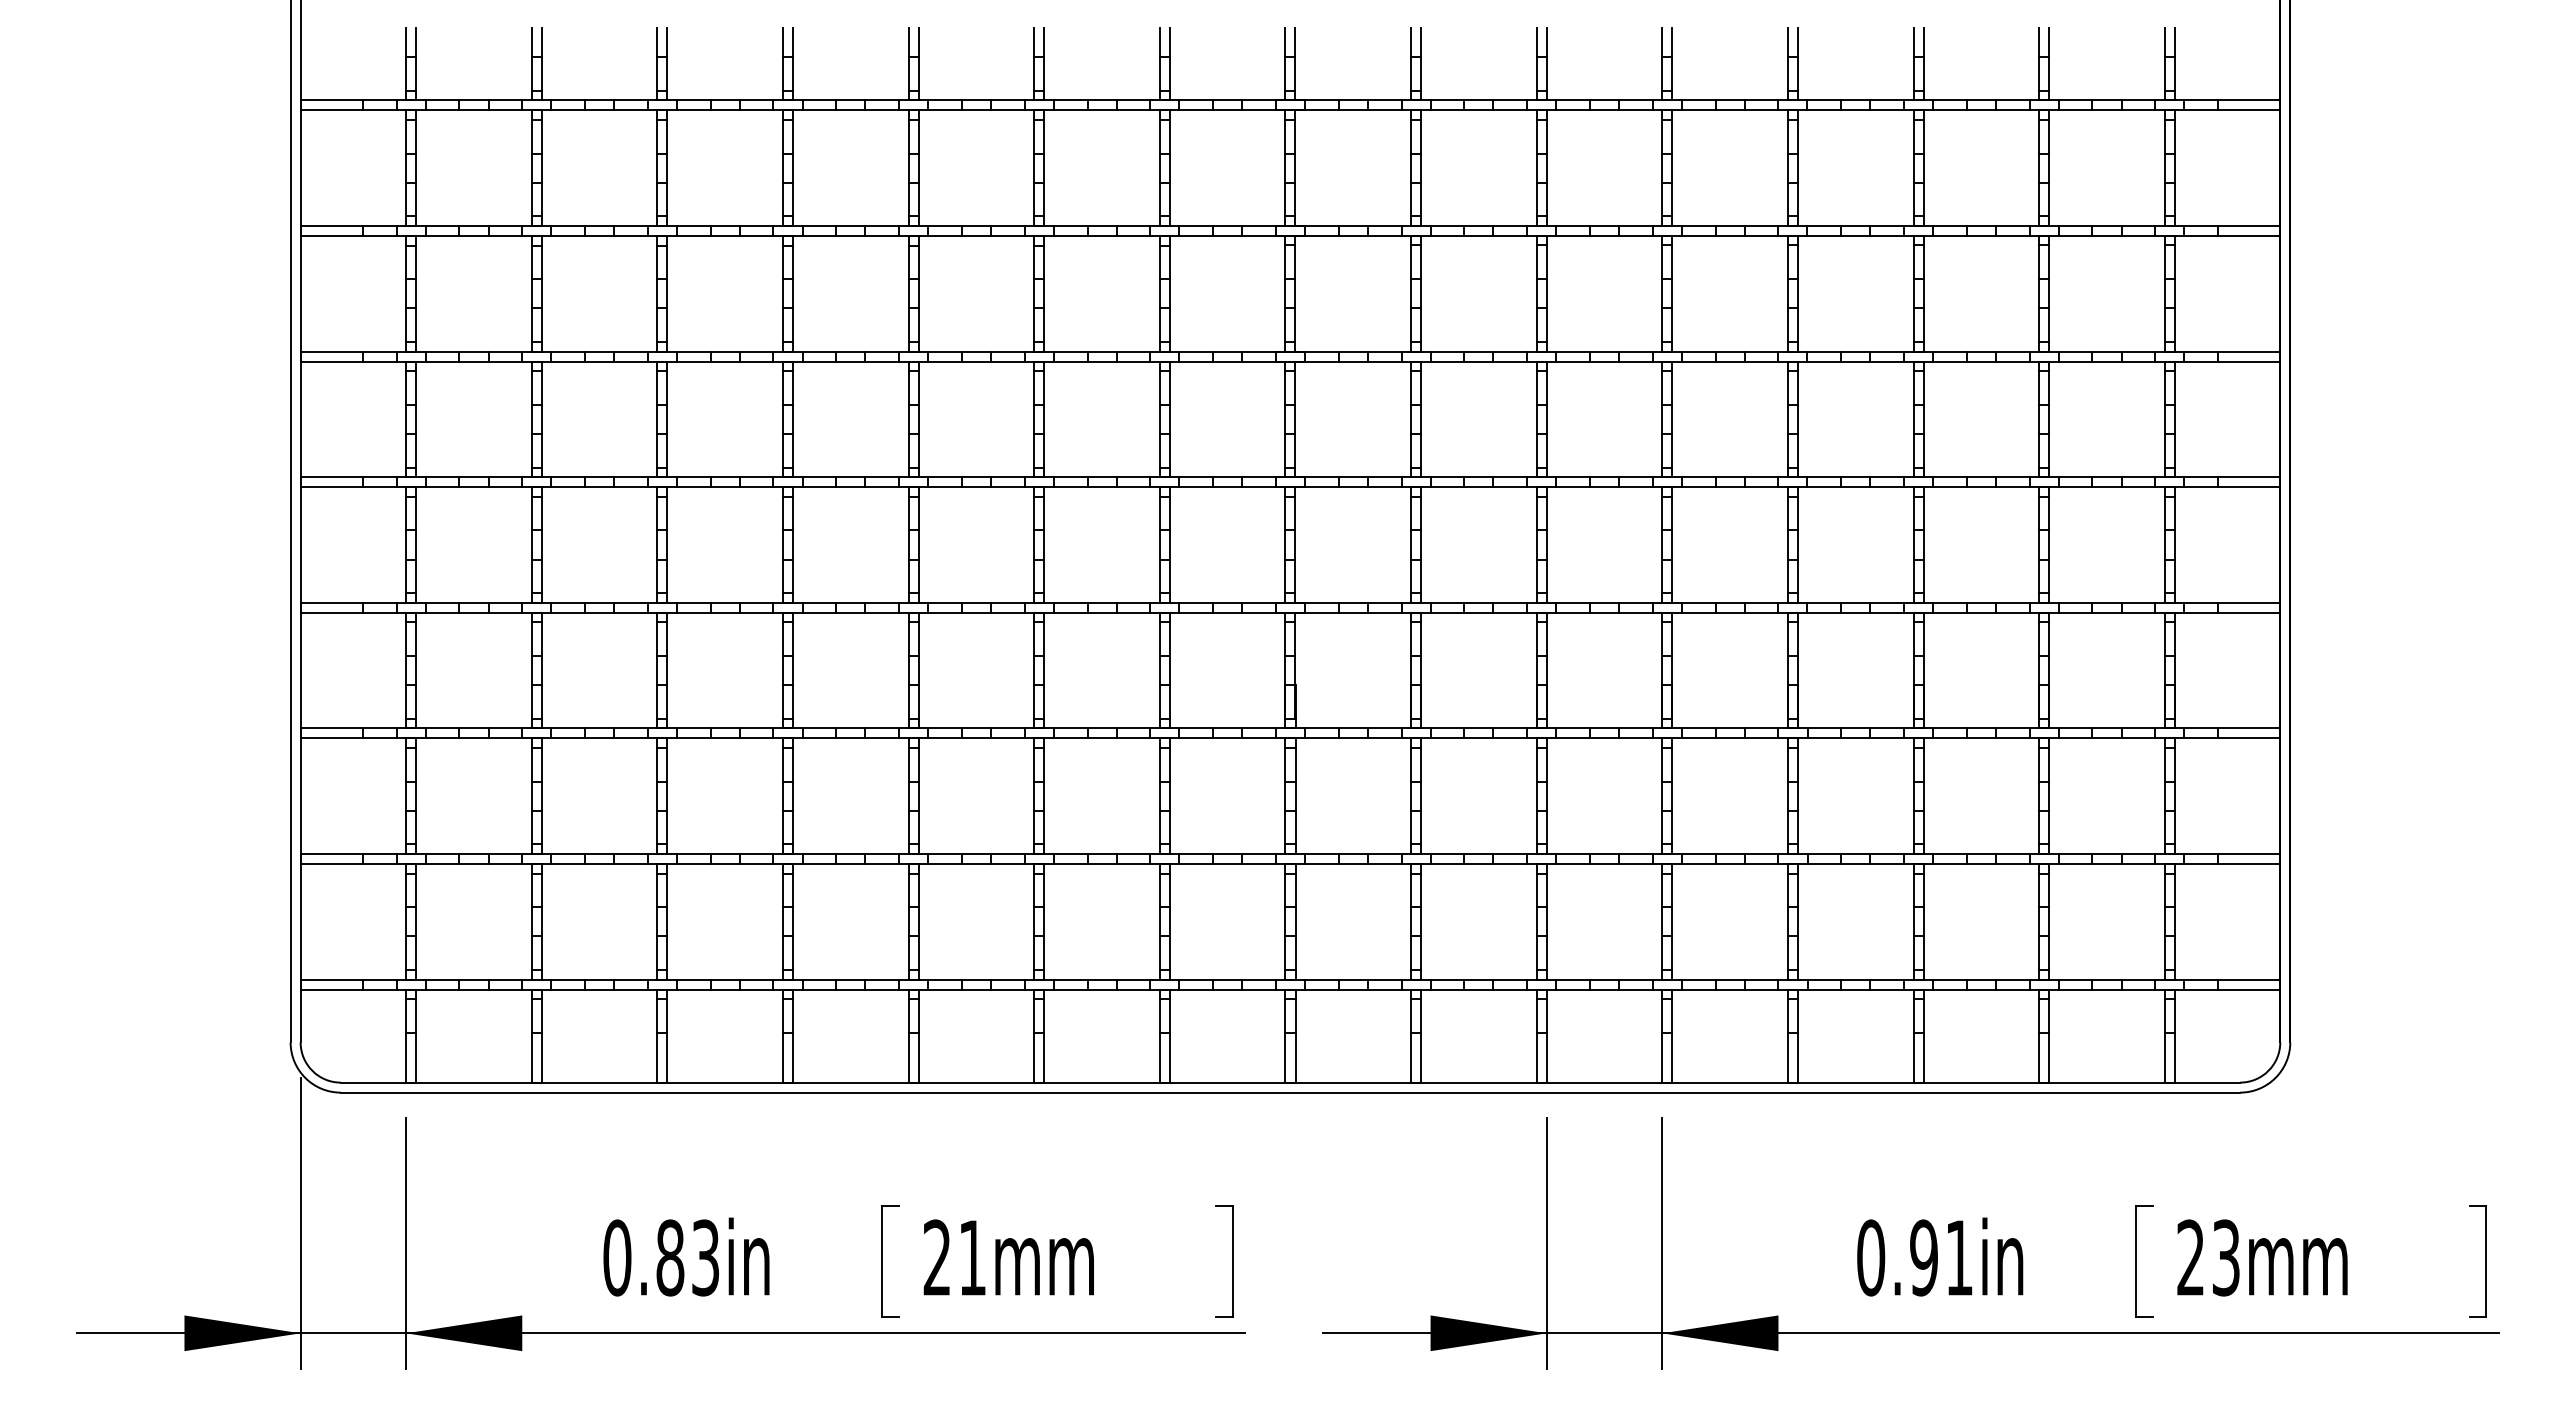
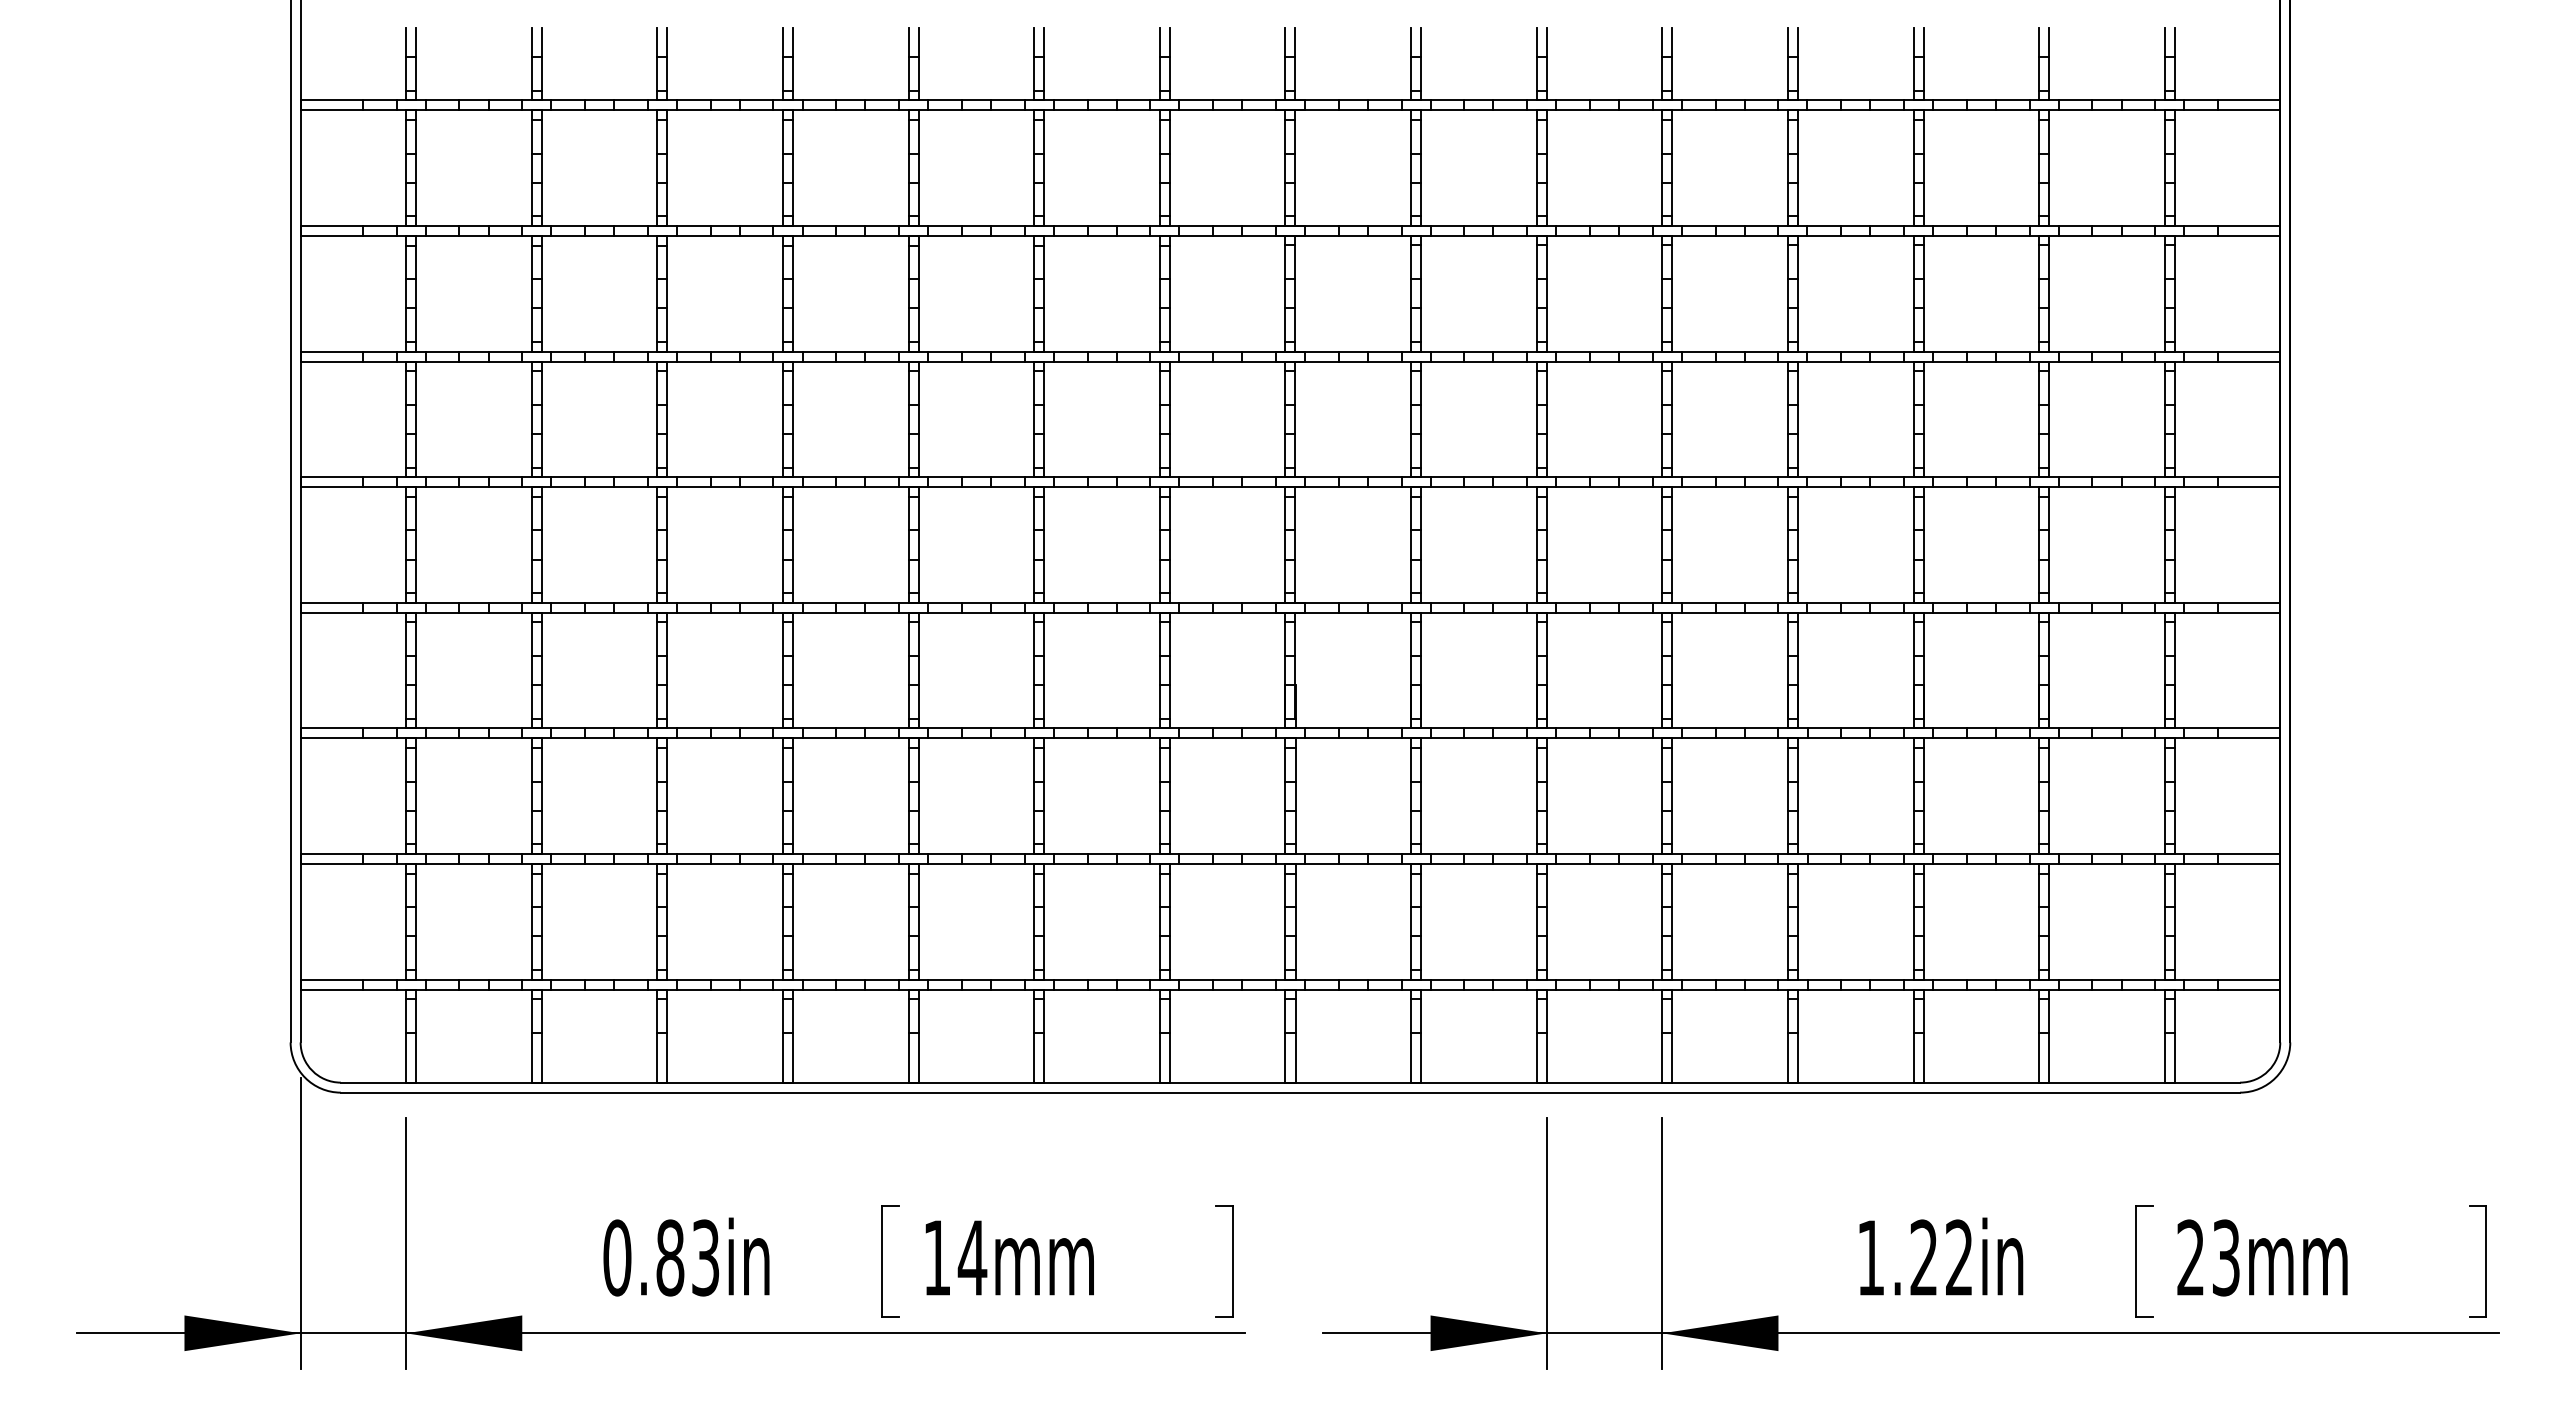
text at (955, 1257): 21mm -> 14mm
text at (1914, 1257): 0.91in -> 1.22in
